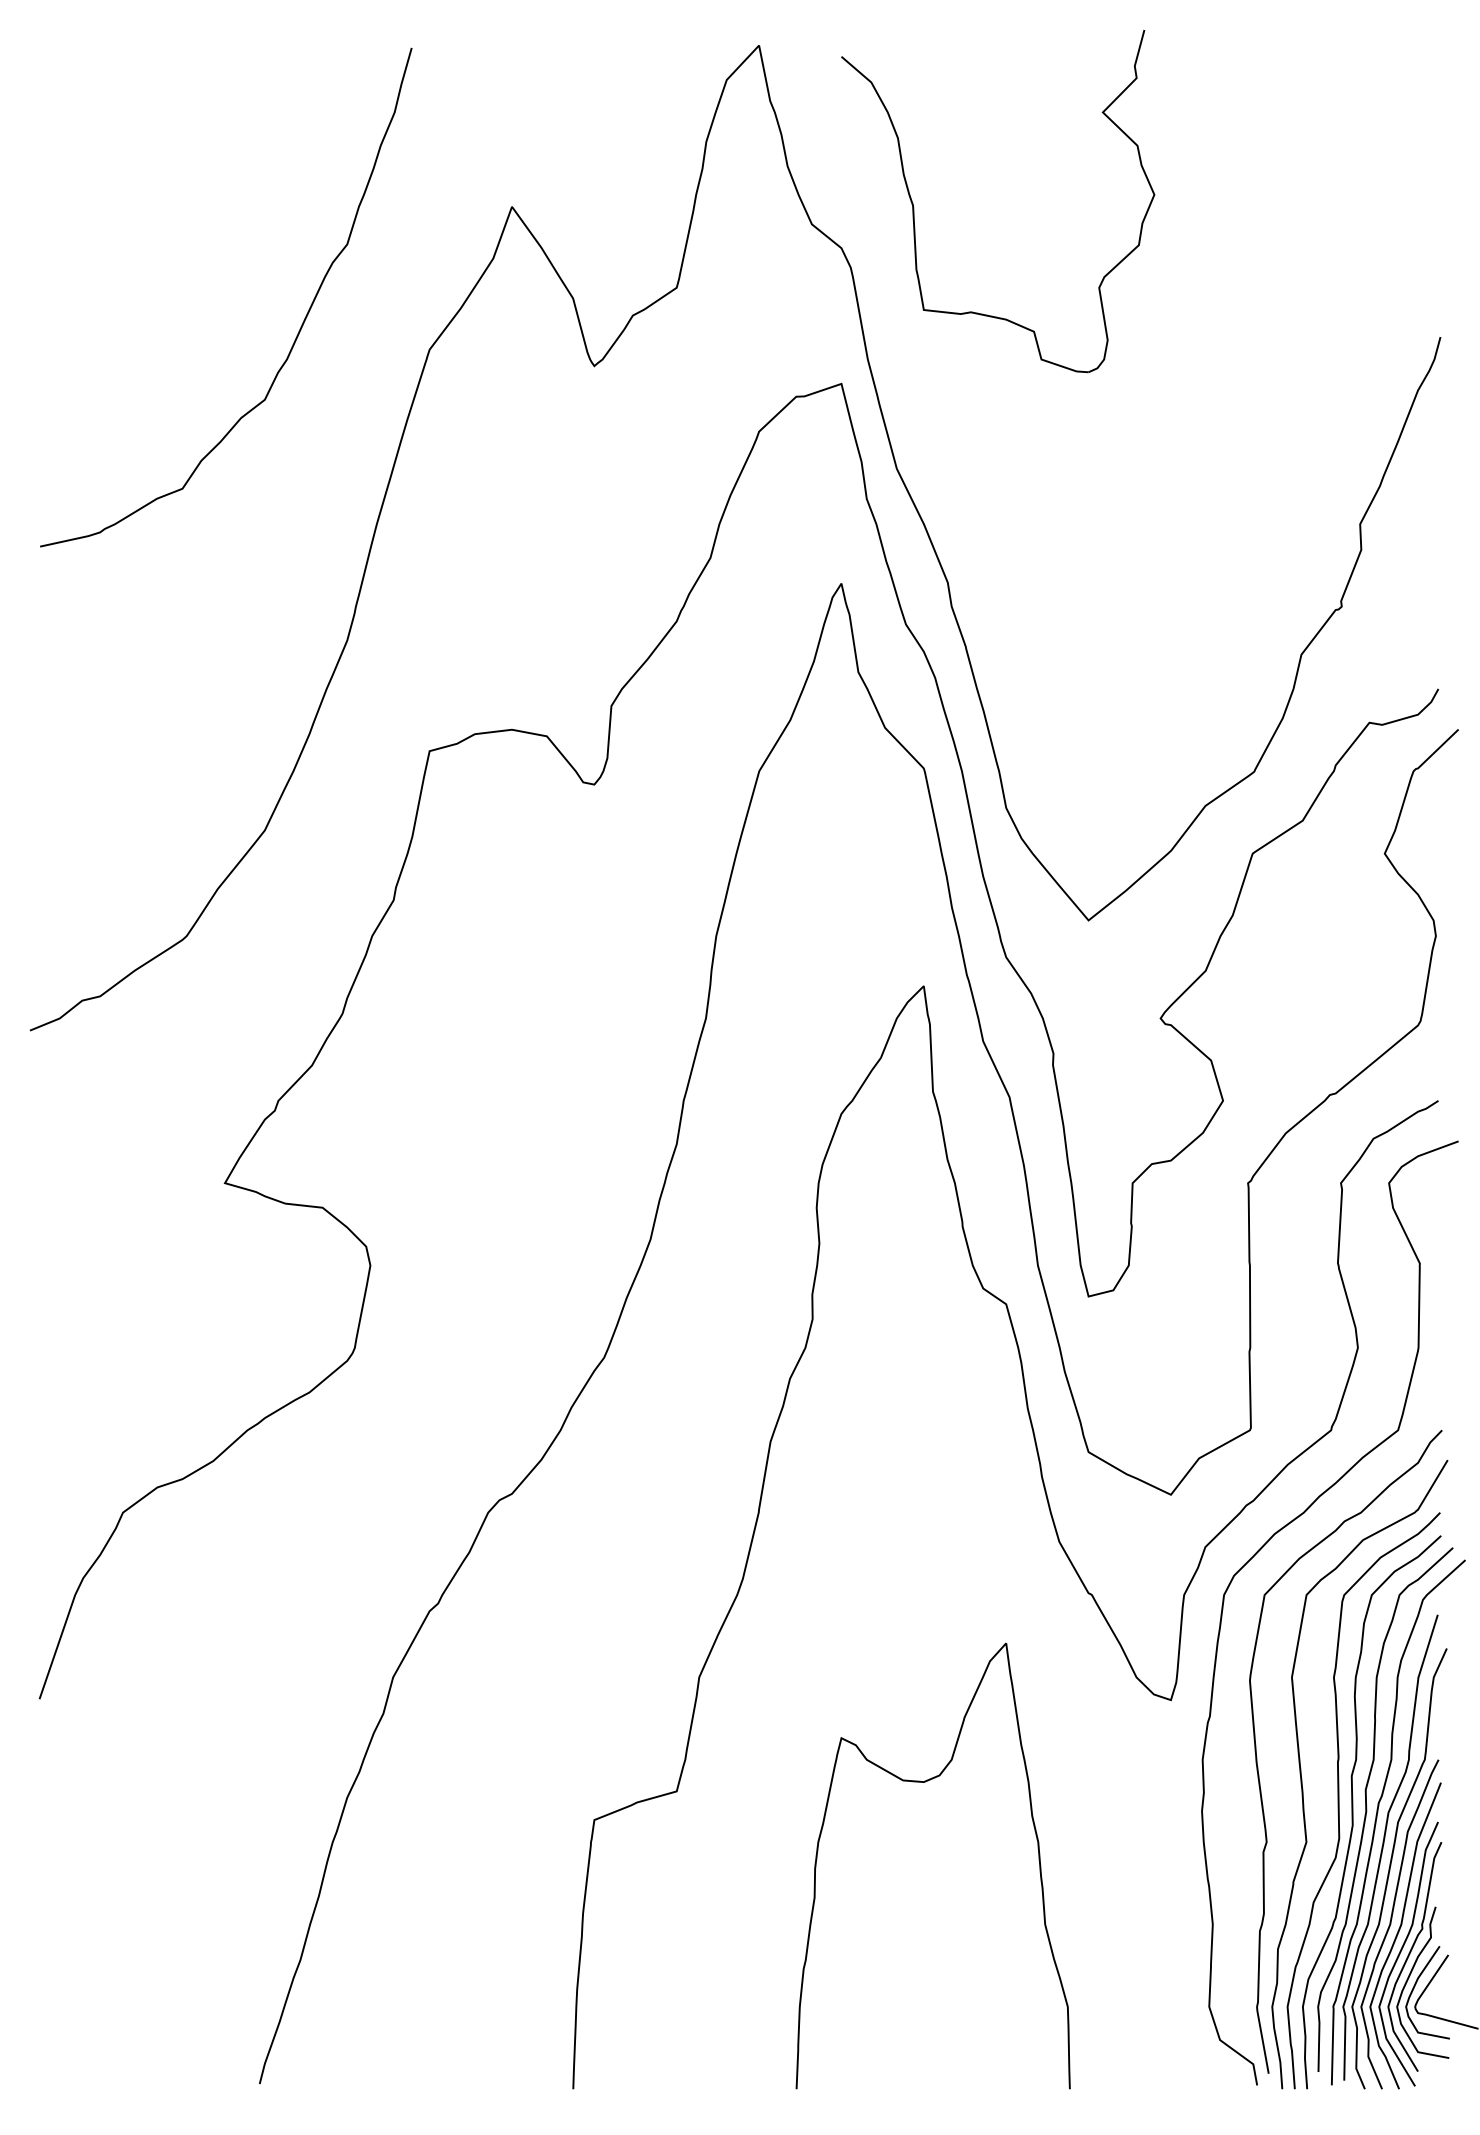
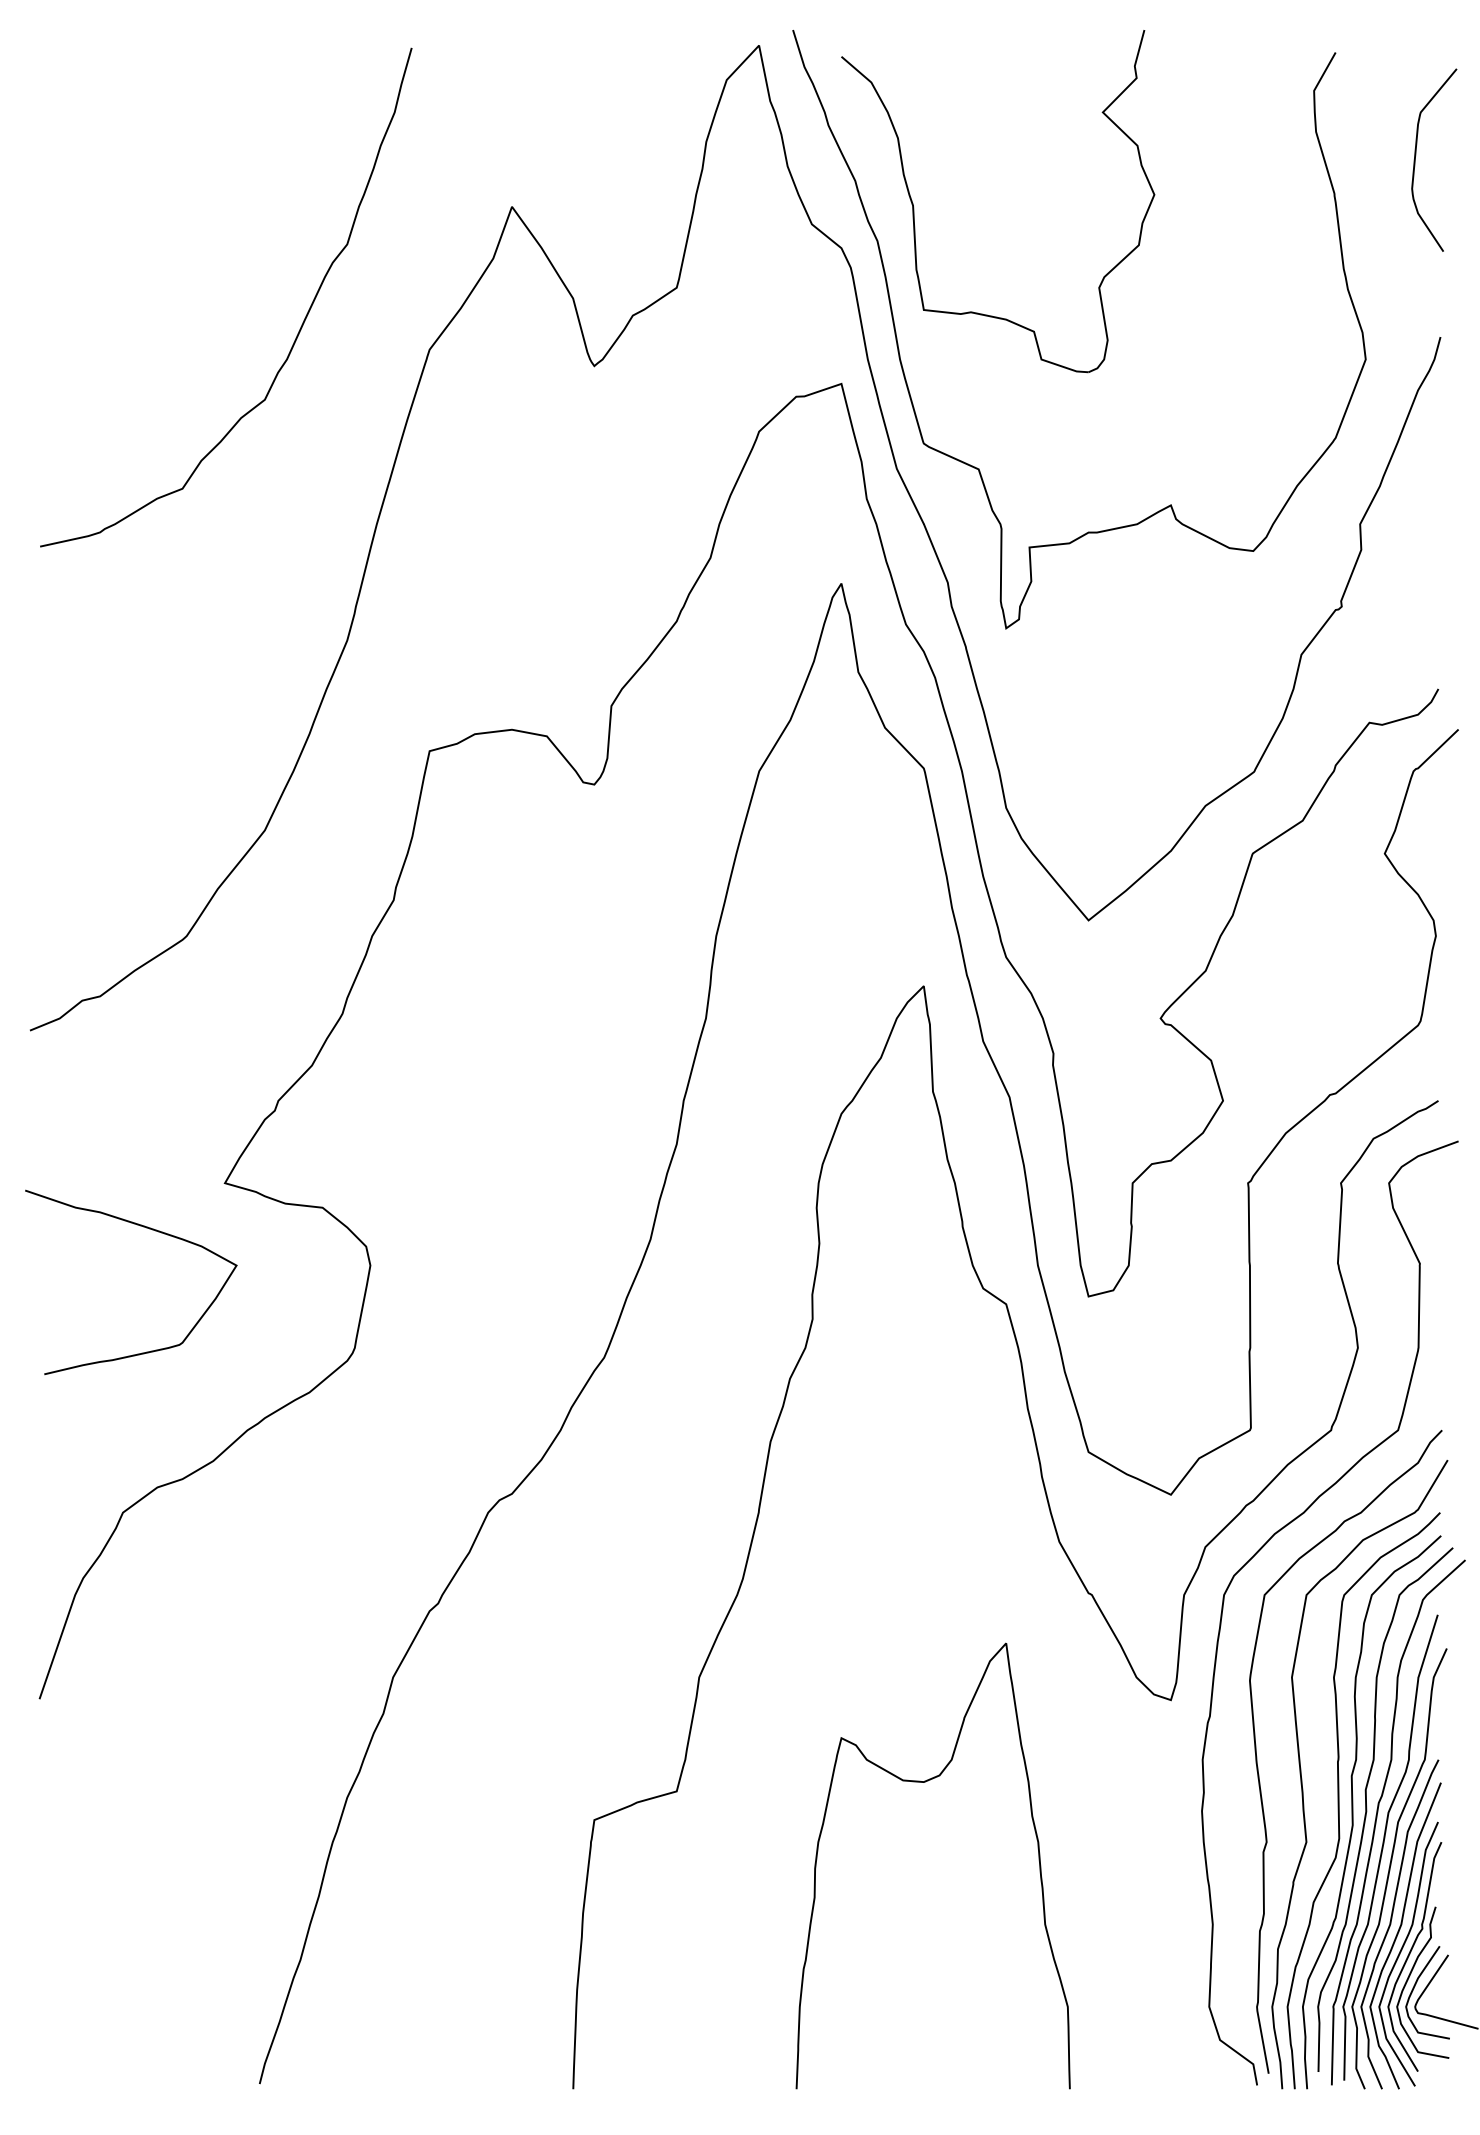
curve at (1416, 155): none -> present
curve at (979, 468): none -> present
curve at (149, 1229): none -> present
